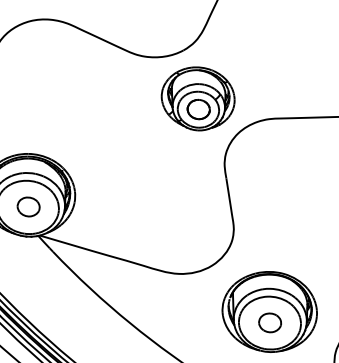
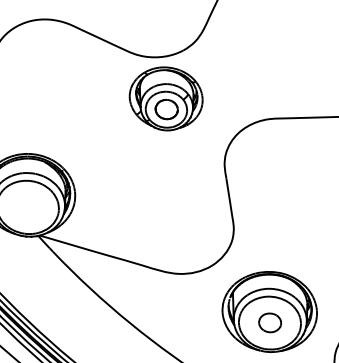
part at (197, 98) position: (197, 98) -> (165, 98)
part at (28, 206): present -> none
